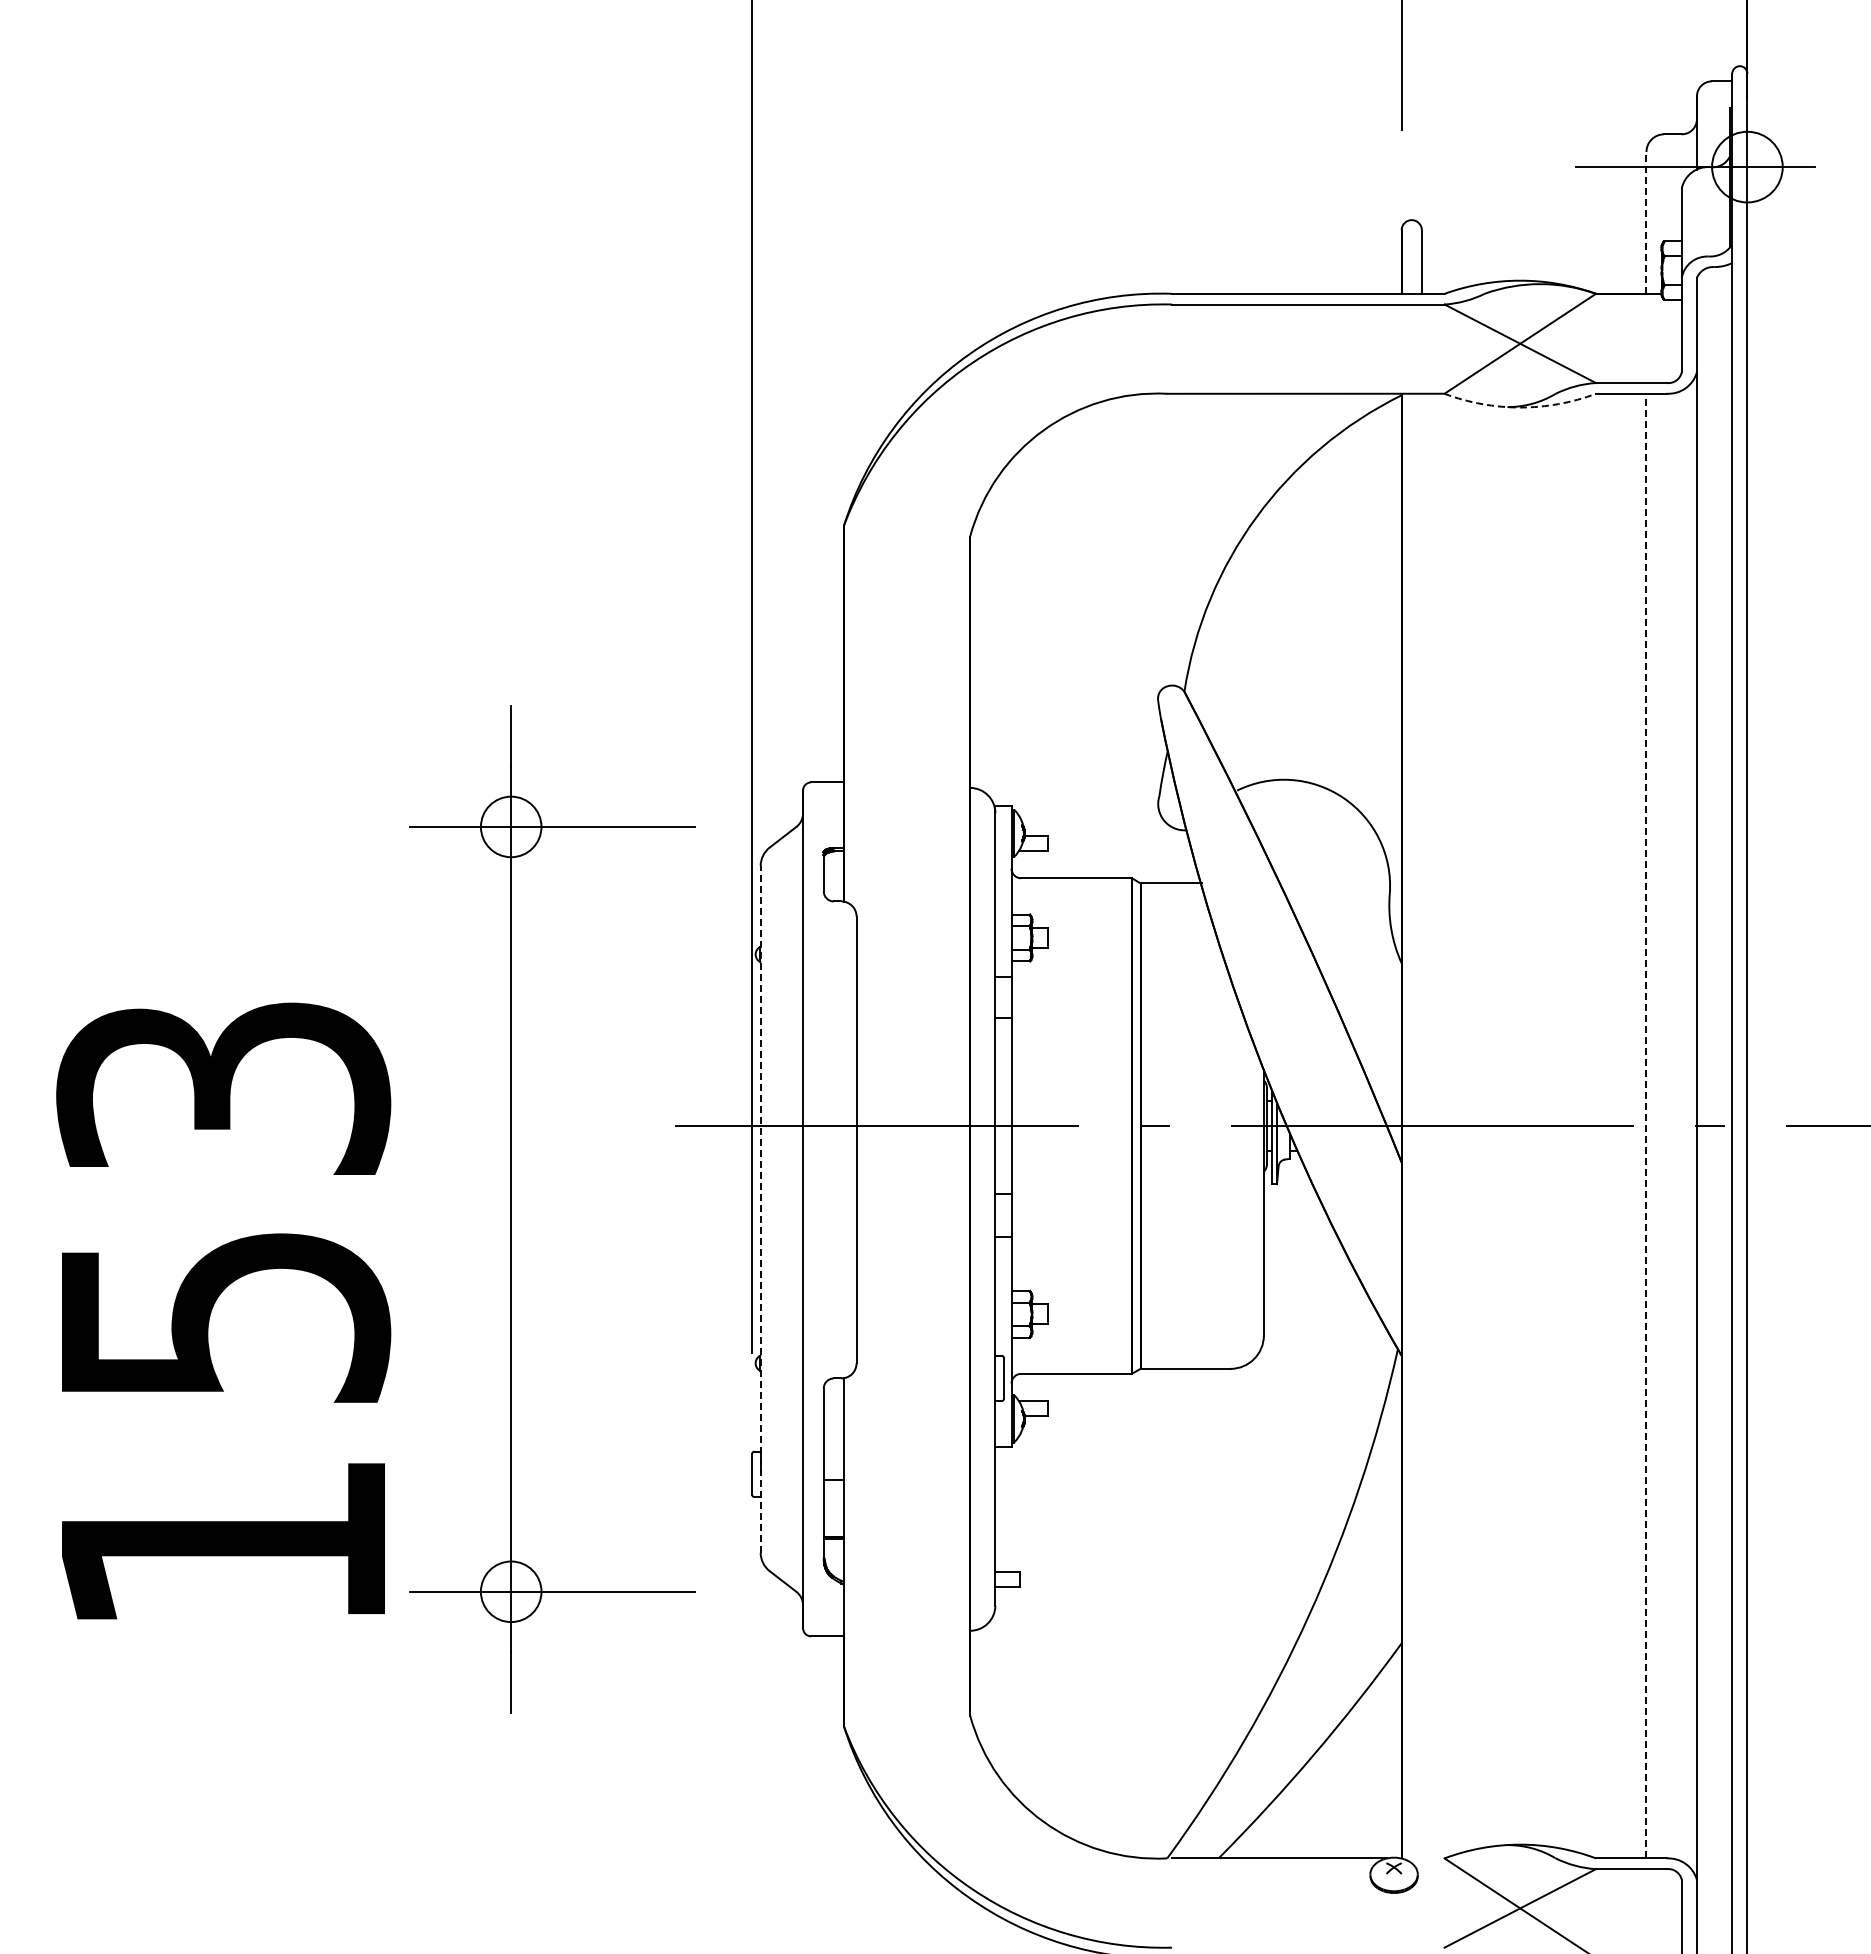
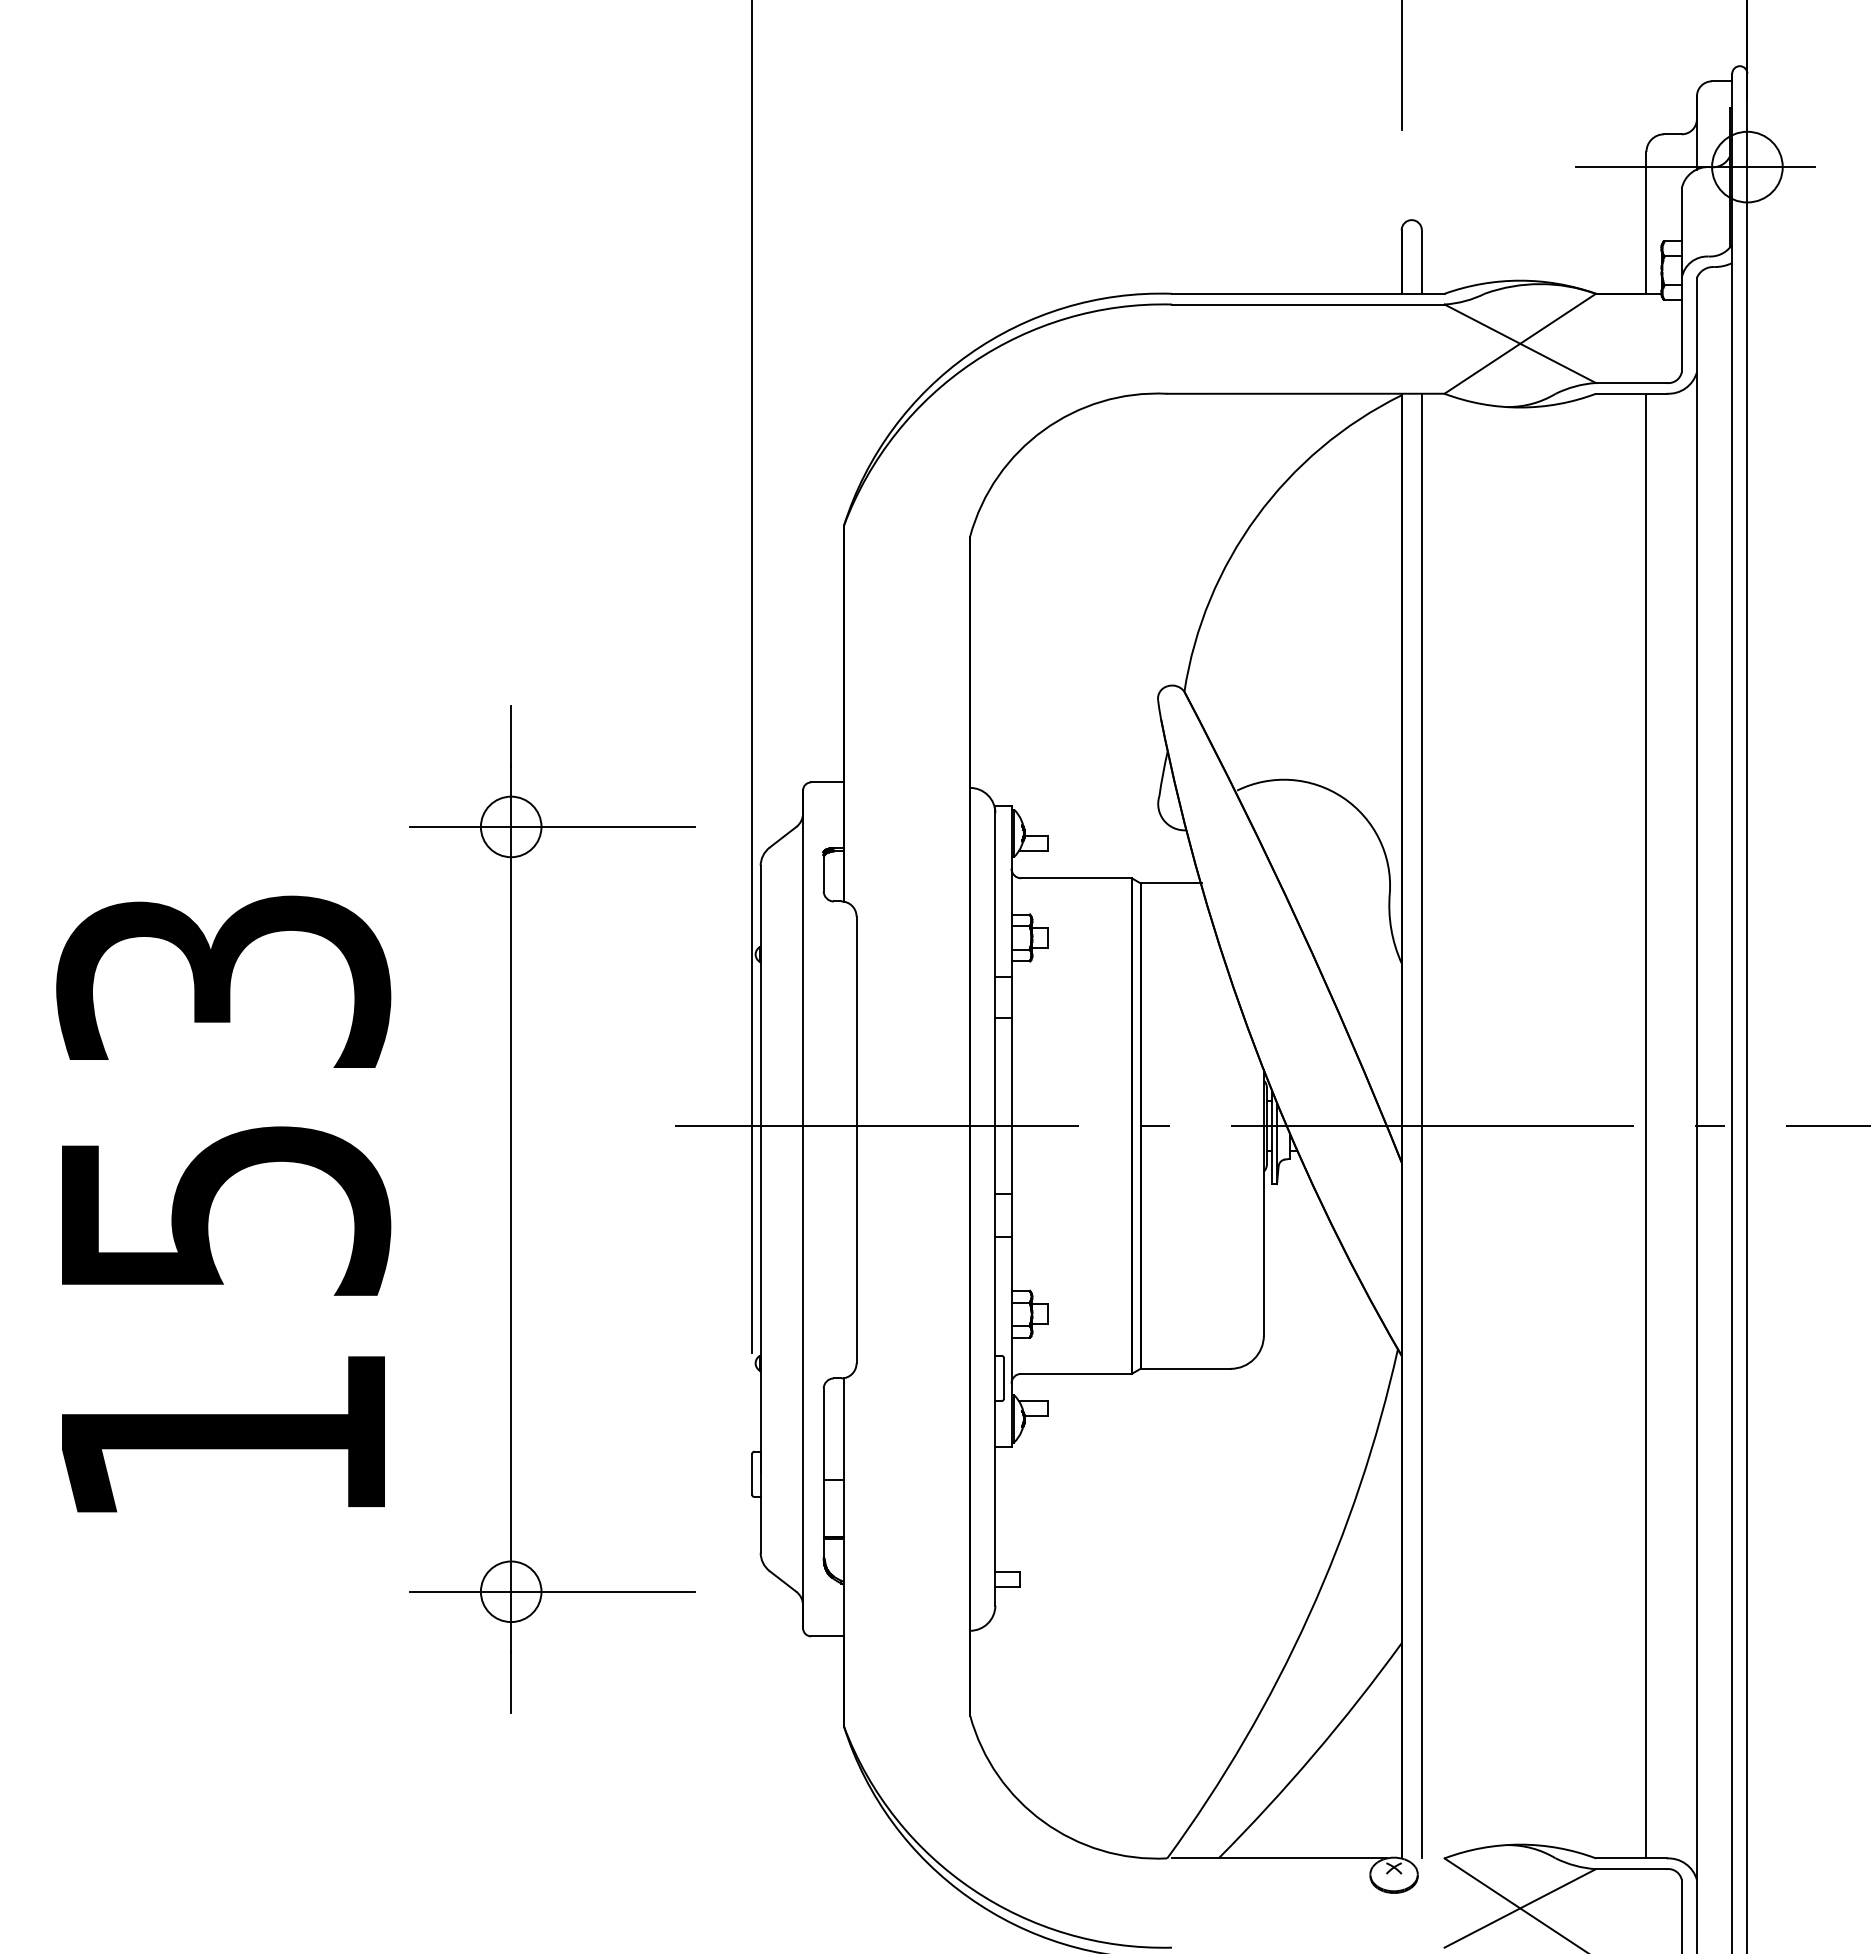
line at (1646, 222): dashed -> solid
arc at (1520, 407): dashed -> solid
line at (1421, 1125): none -> present
line at (1646, 1125): dashed -> solid
line at (760, 1208): dashed -> solid
text at (223, 1310) position: (223, 1310) -> (223, 1203)
